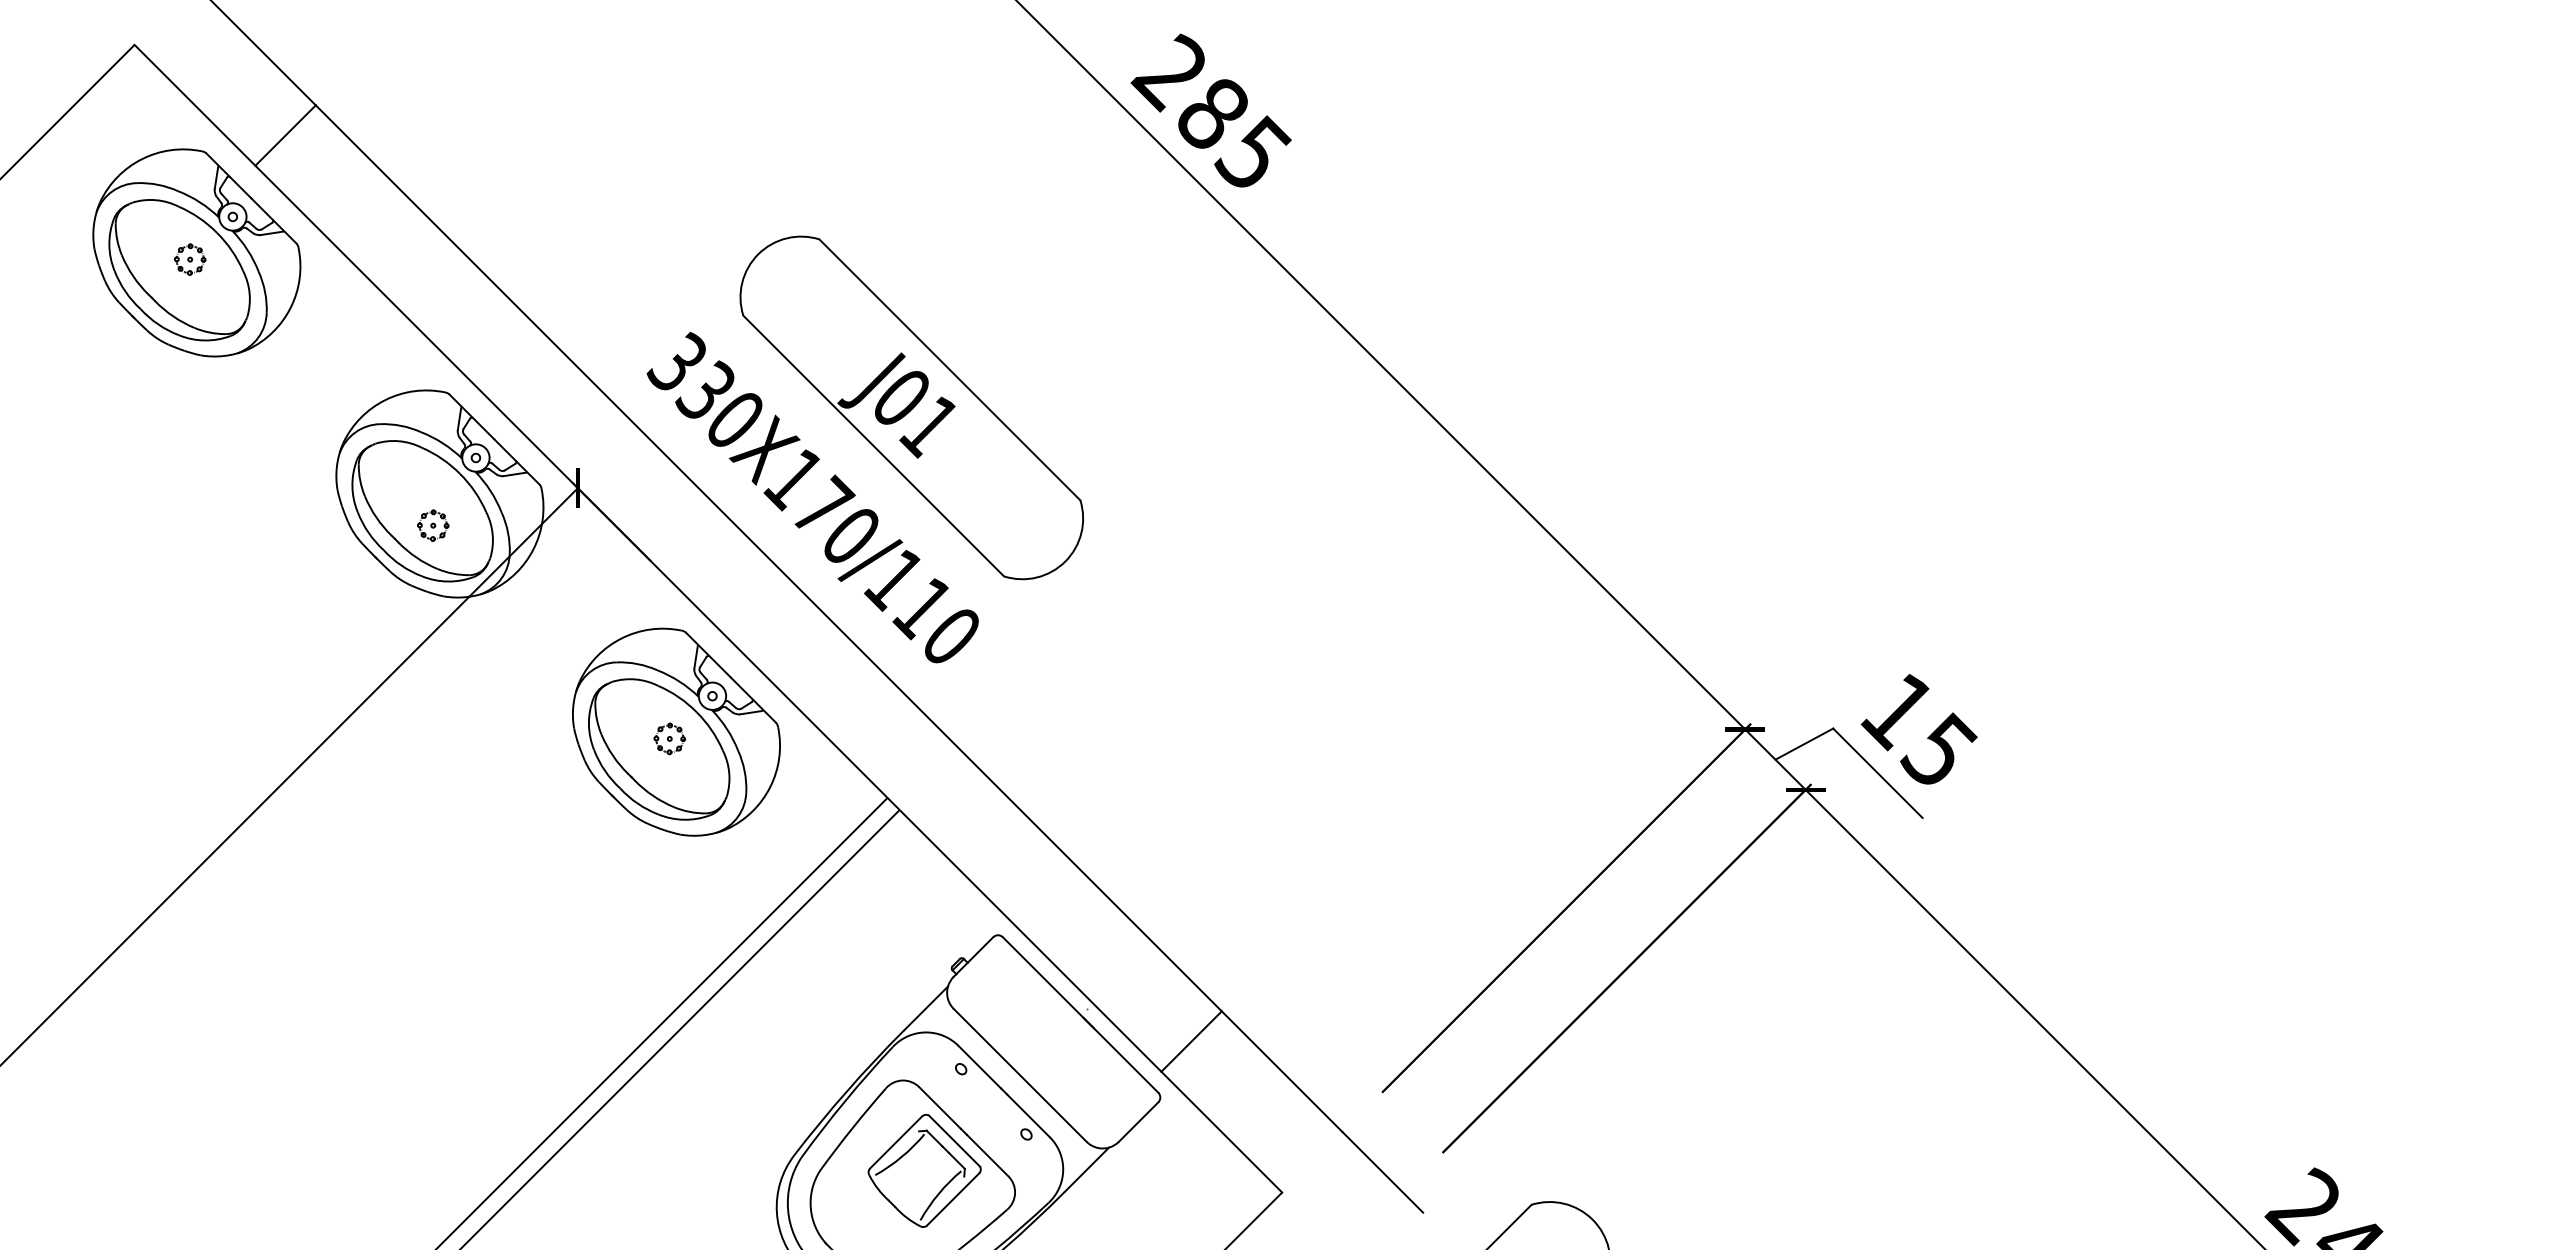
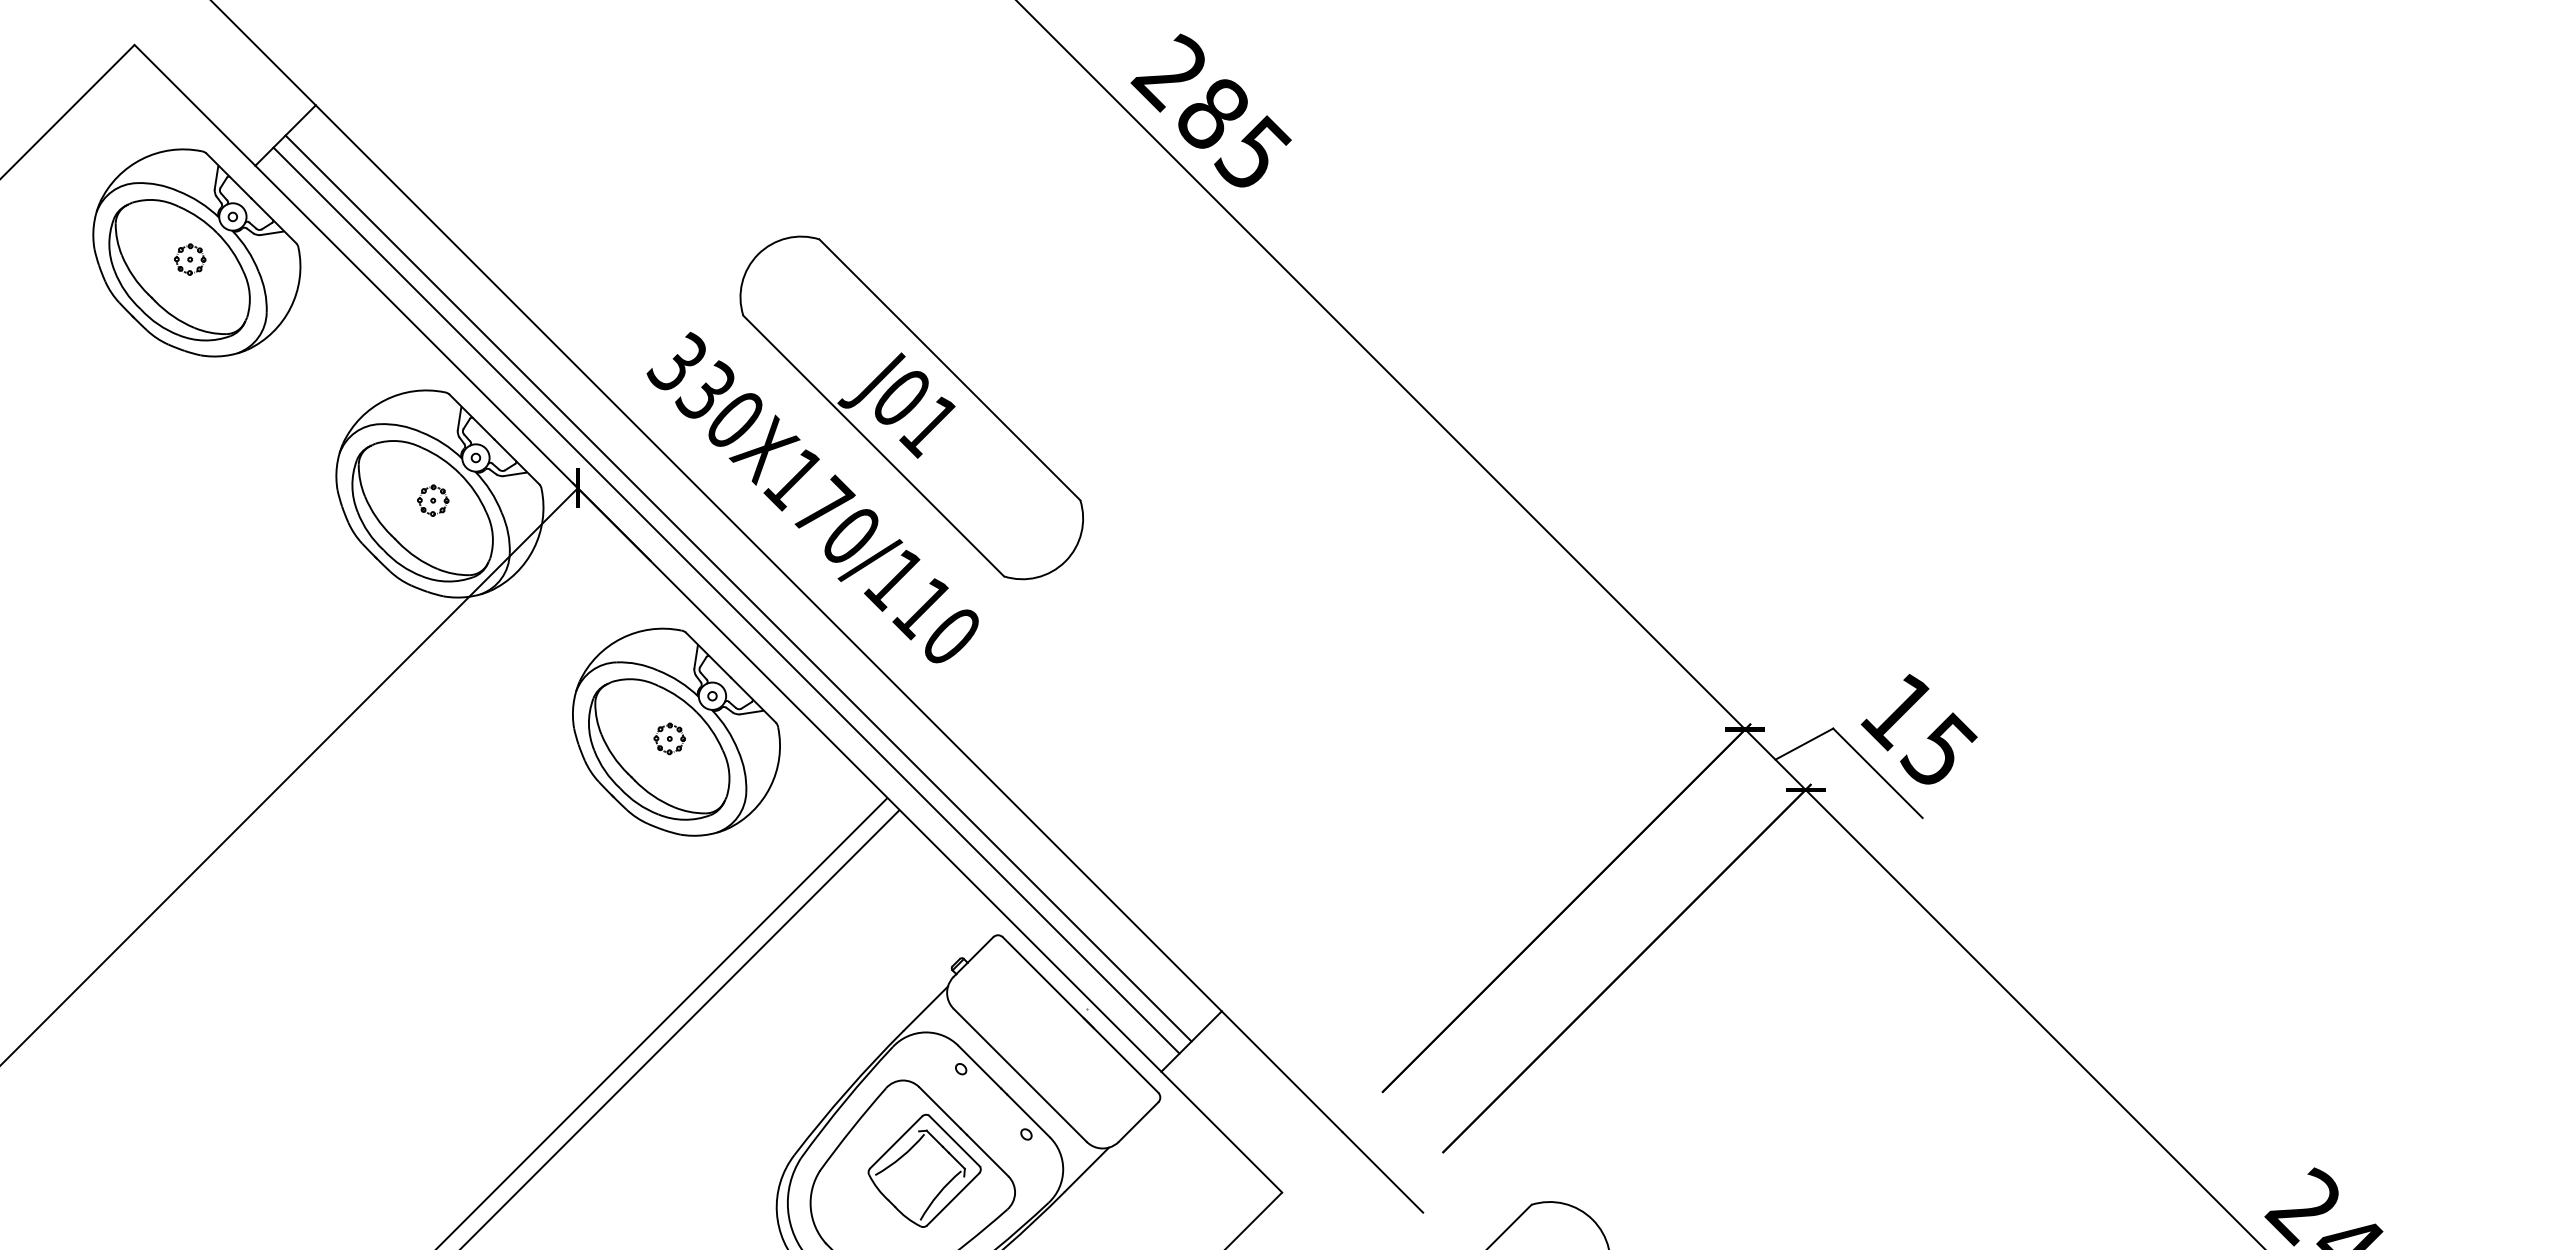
part at (433, 525) position: (433, 525) -> (433, 500)
line at (738, 588): none -> present
line at (726, 600): none -> present
